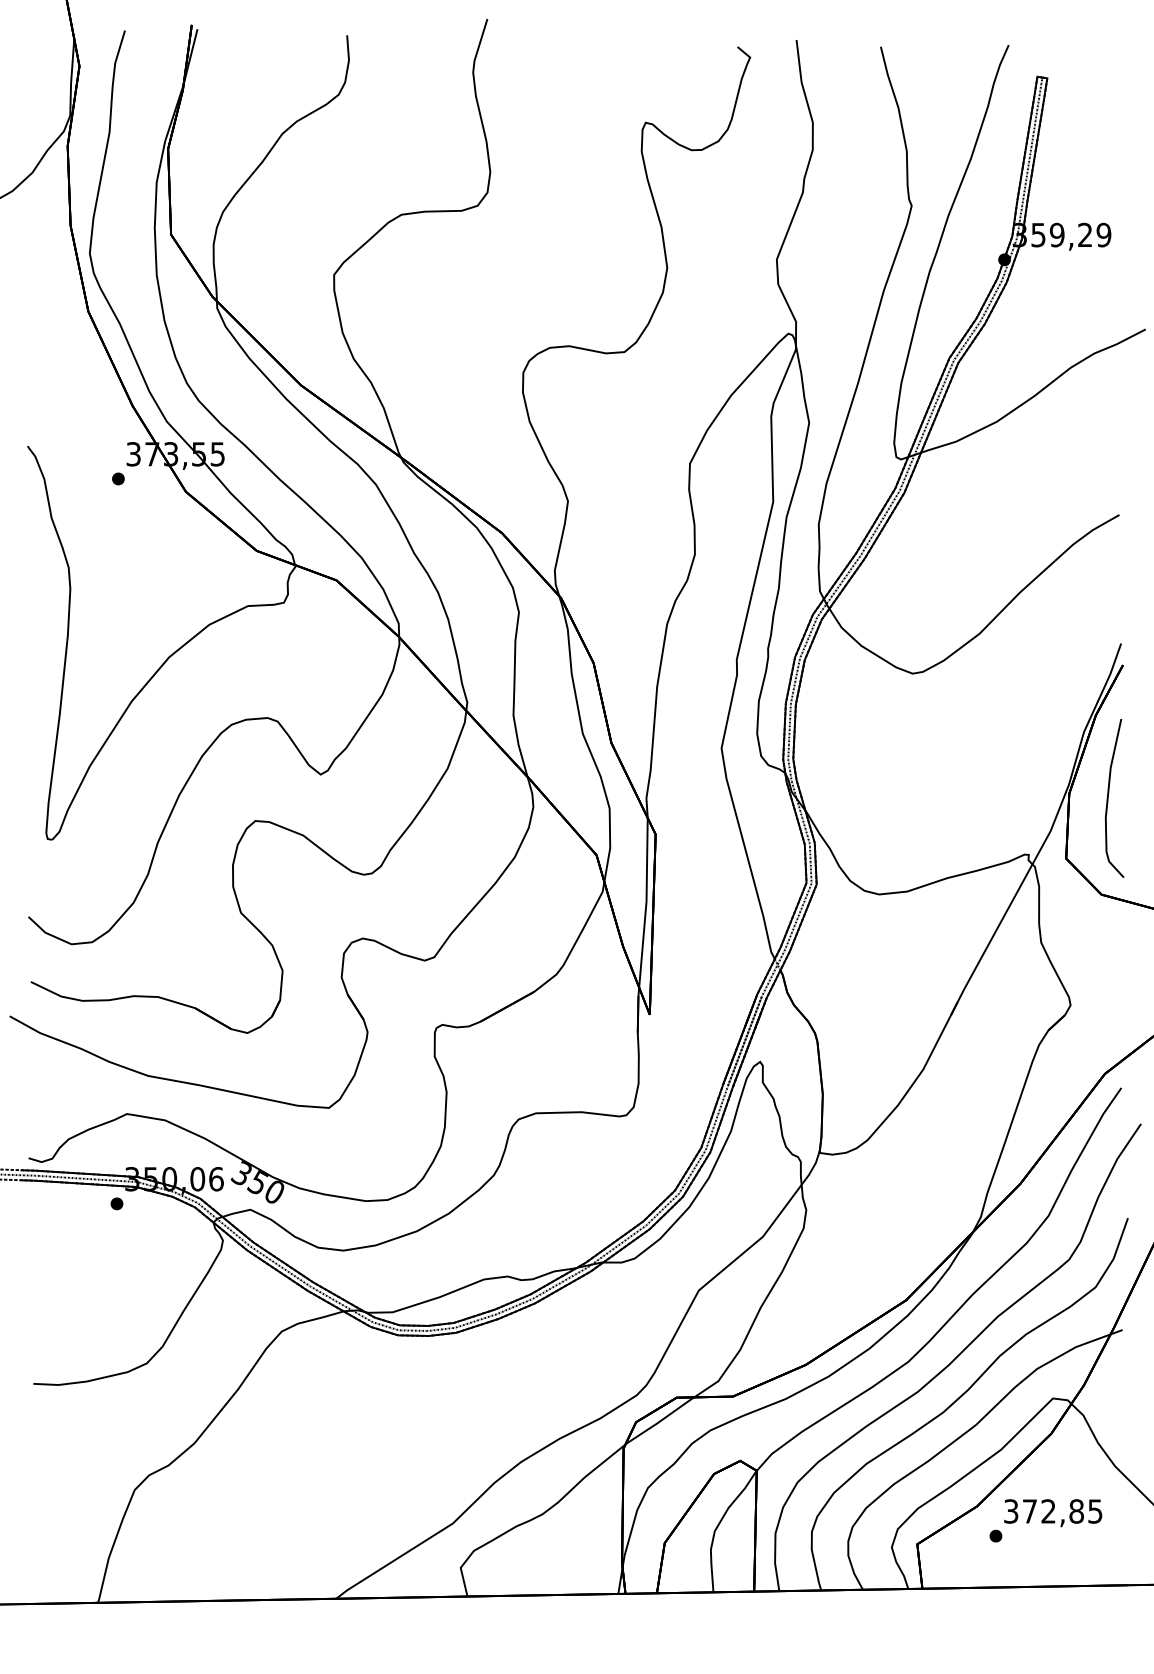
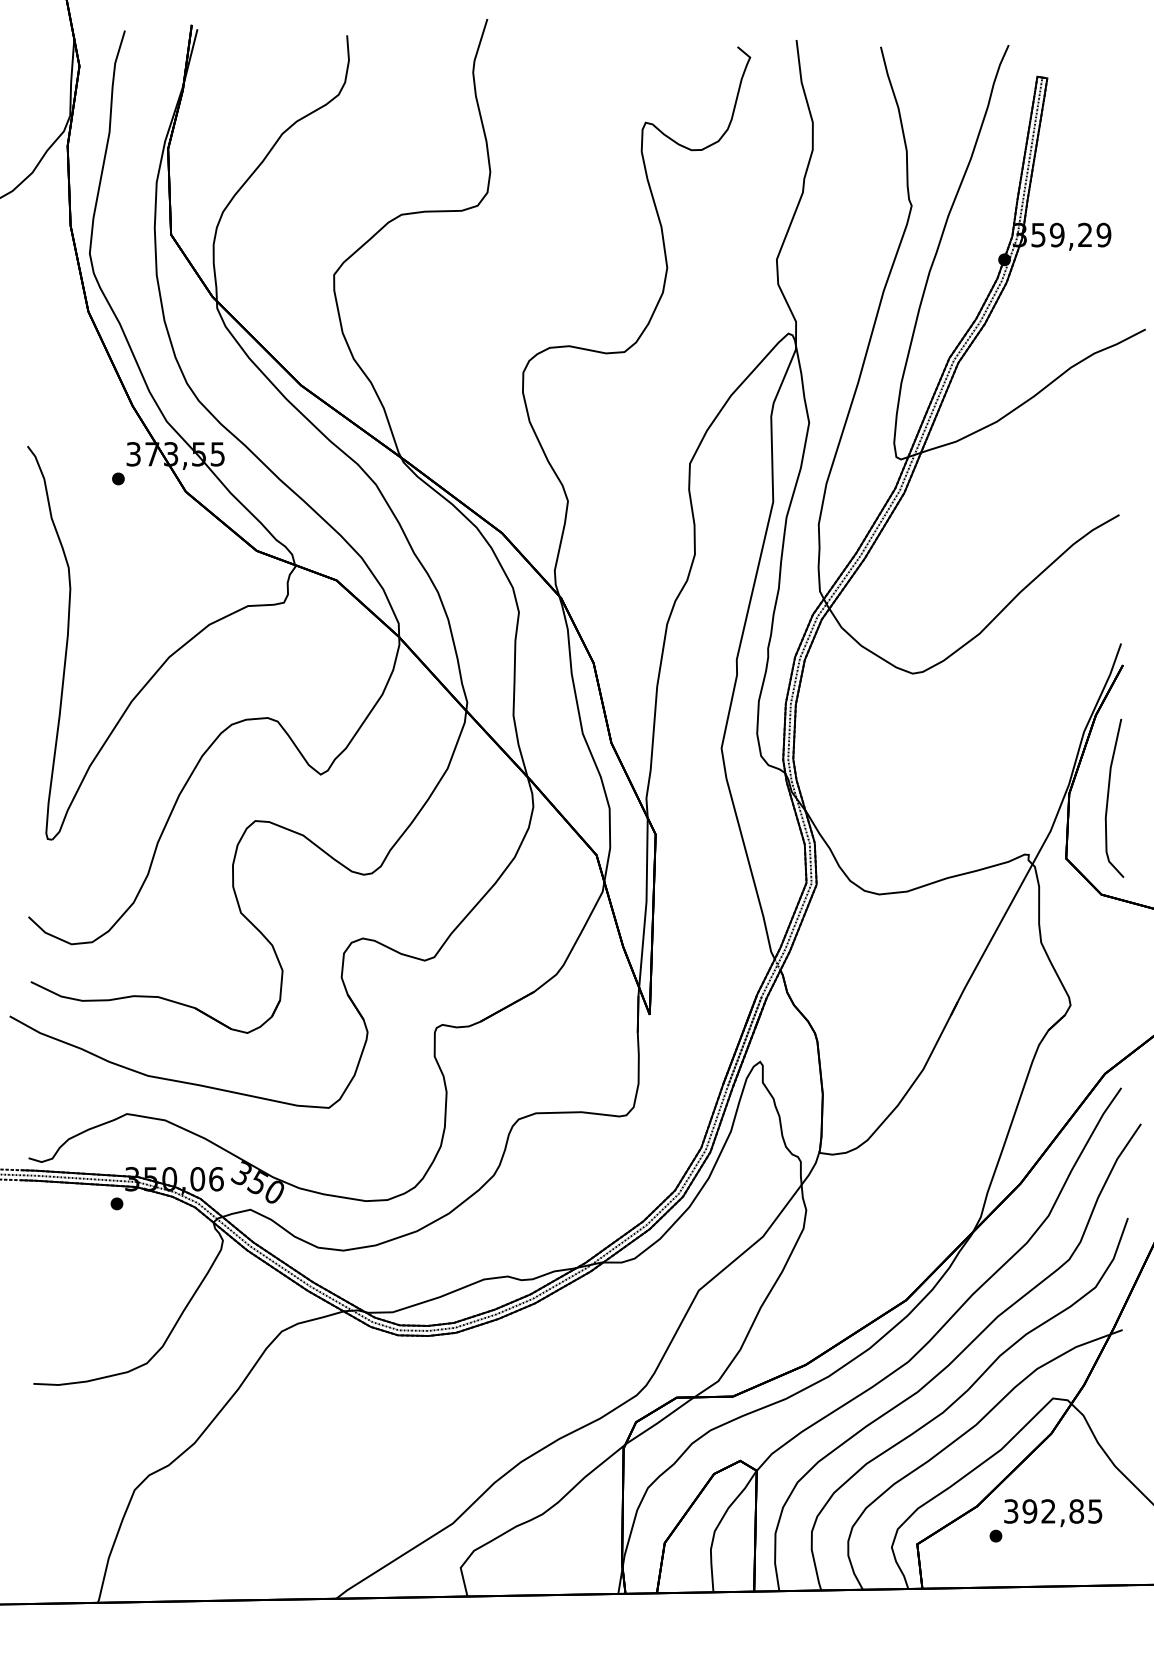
text at (1029, 1511): 372,85 -> 392,85
